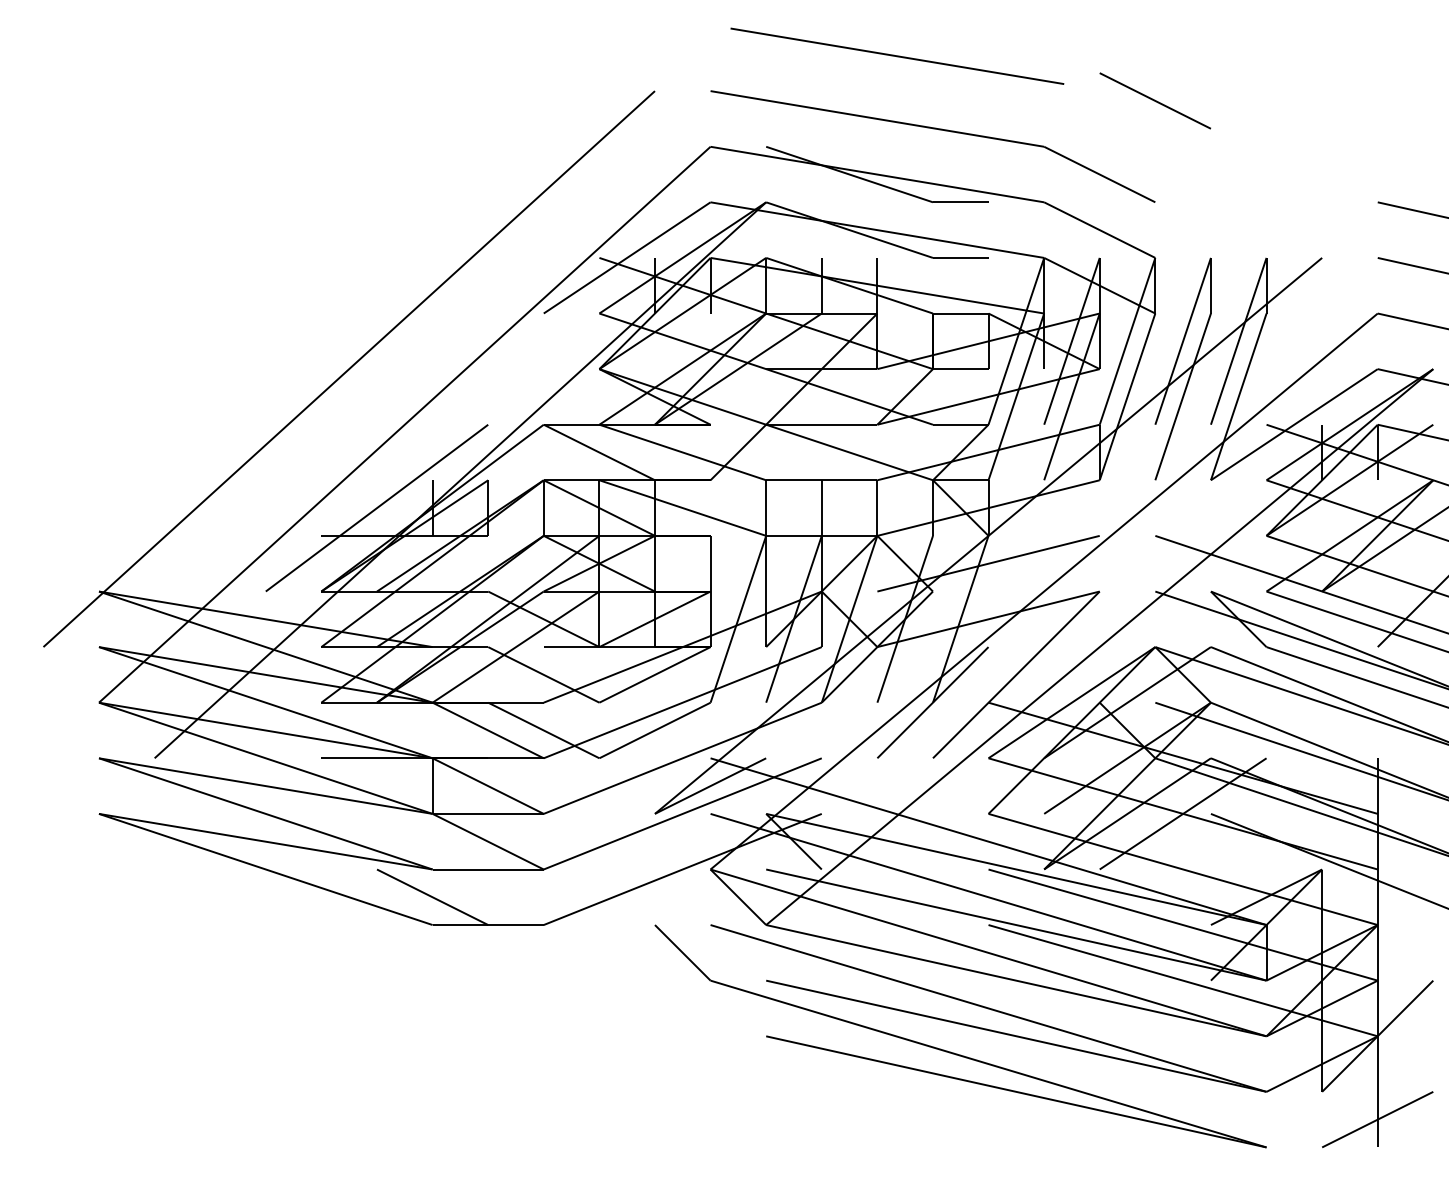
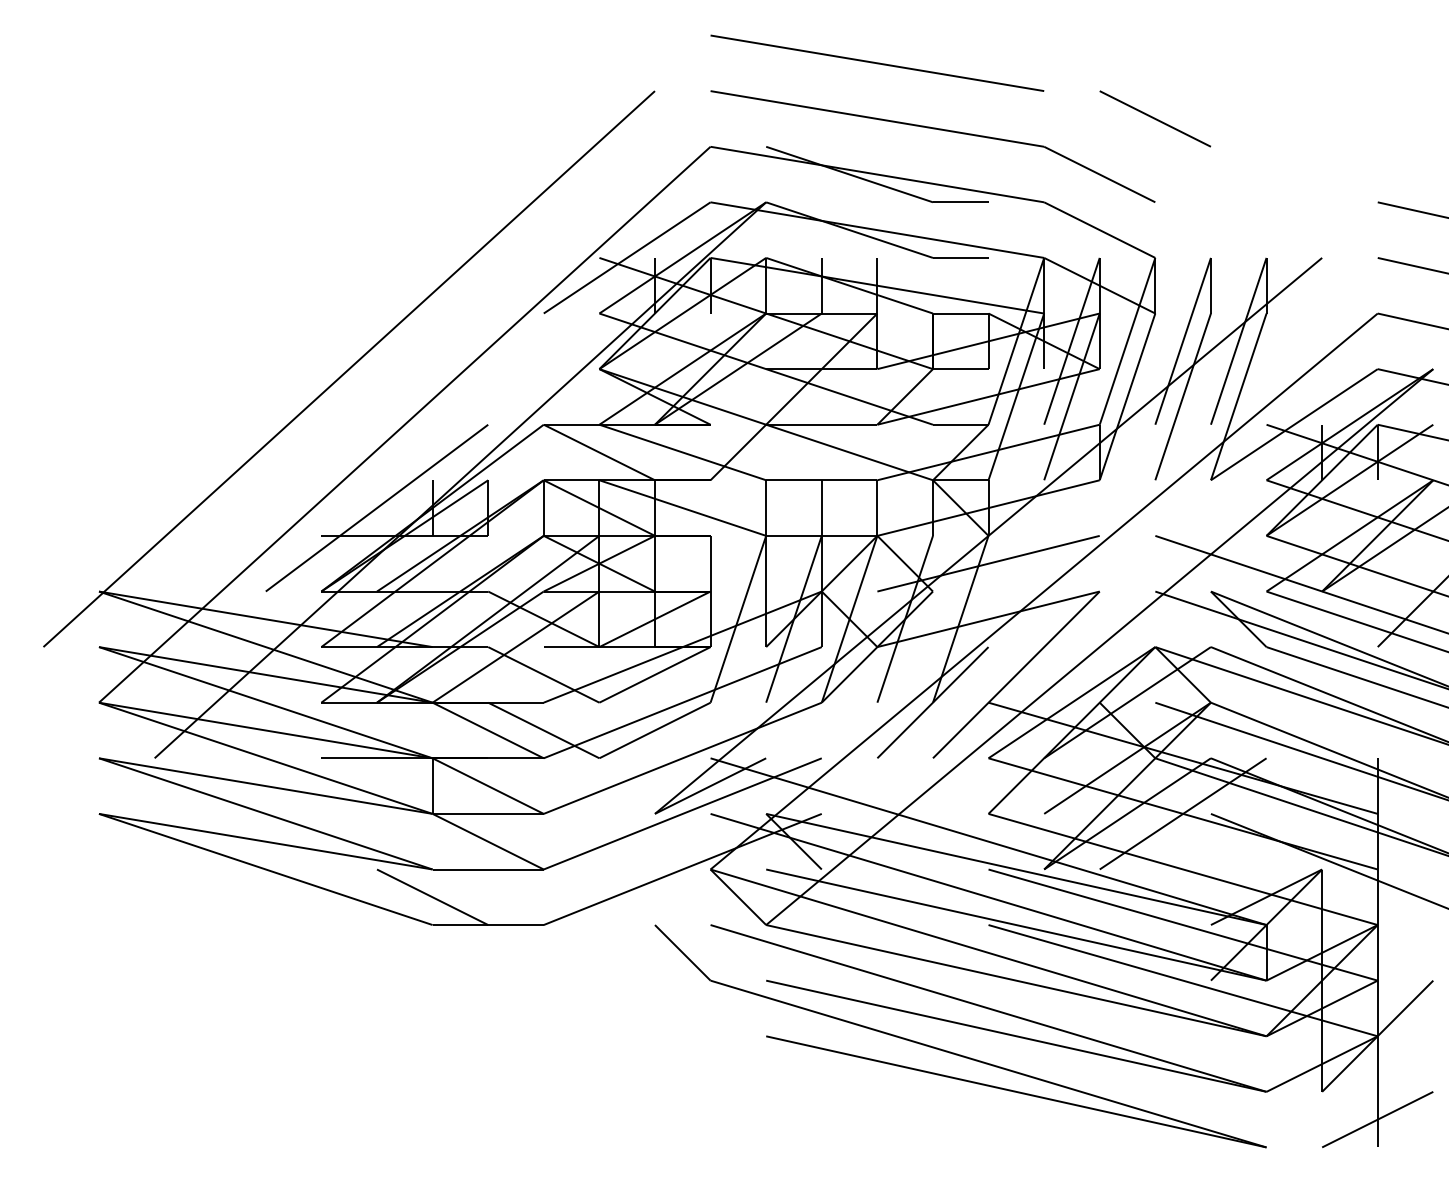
line at (897, 55) position: (897, 55) -> (877, 62)
line at (1155, 100) position: (1155, 100) -> (1155, 118)
